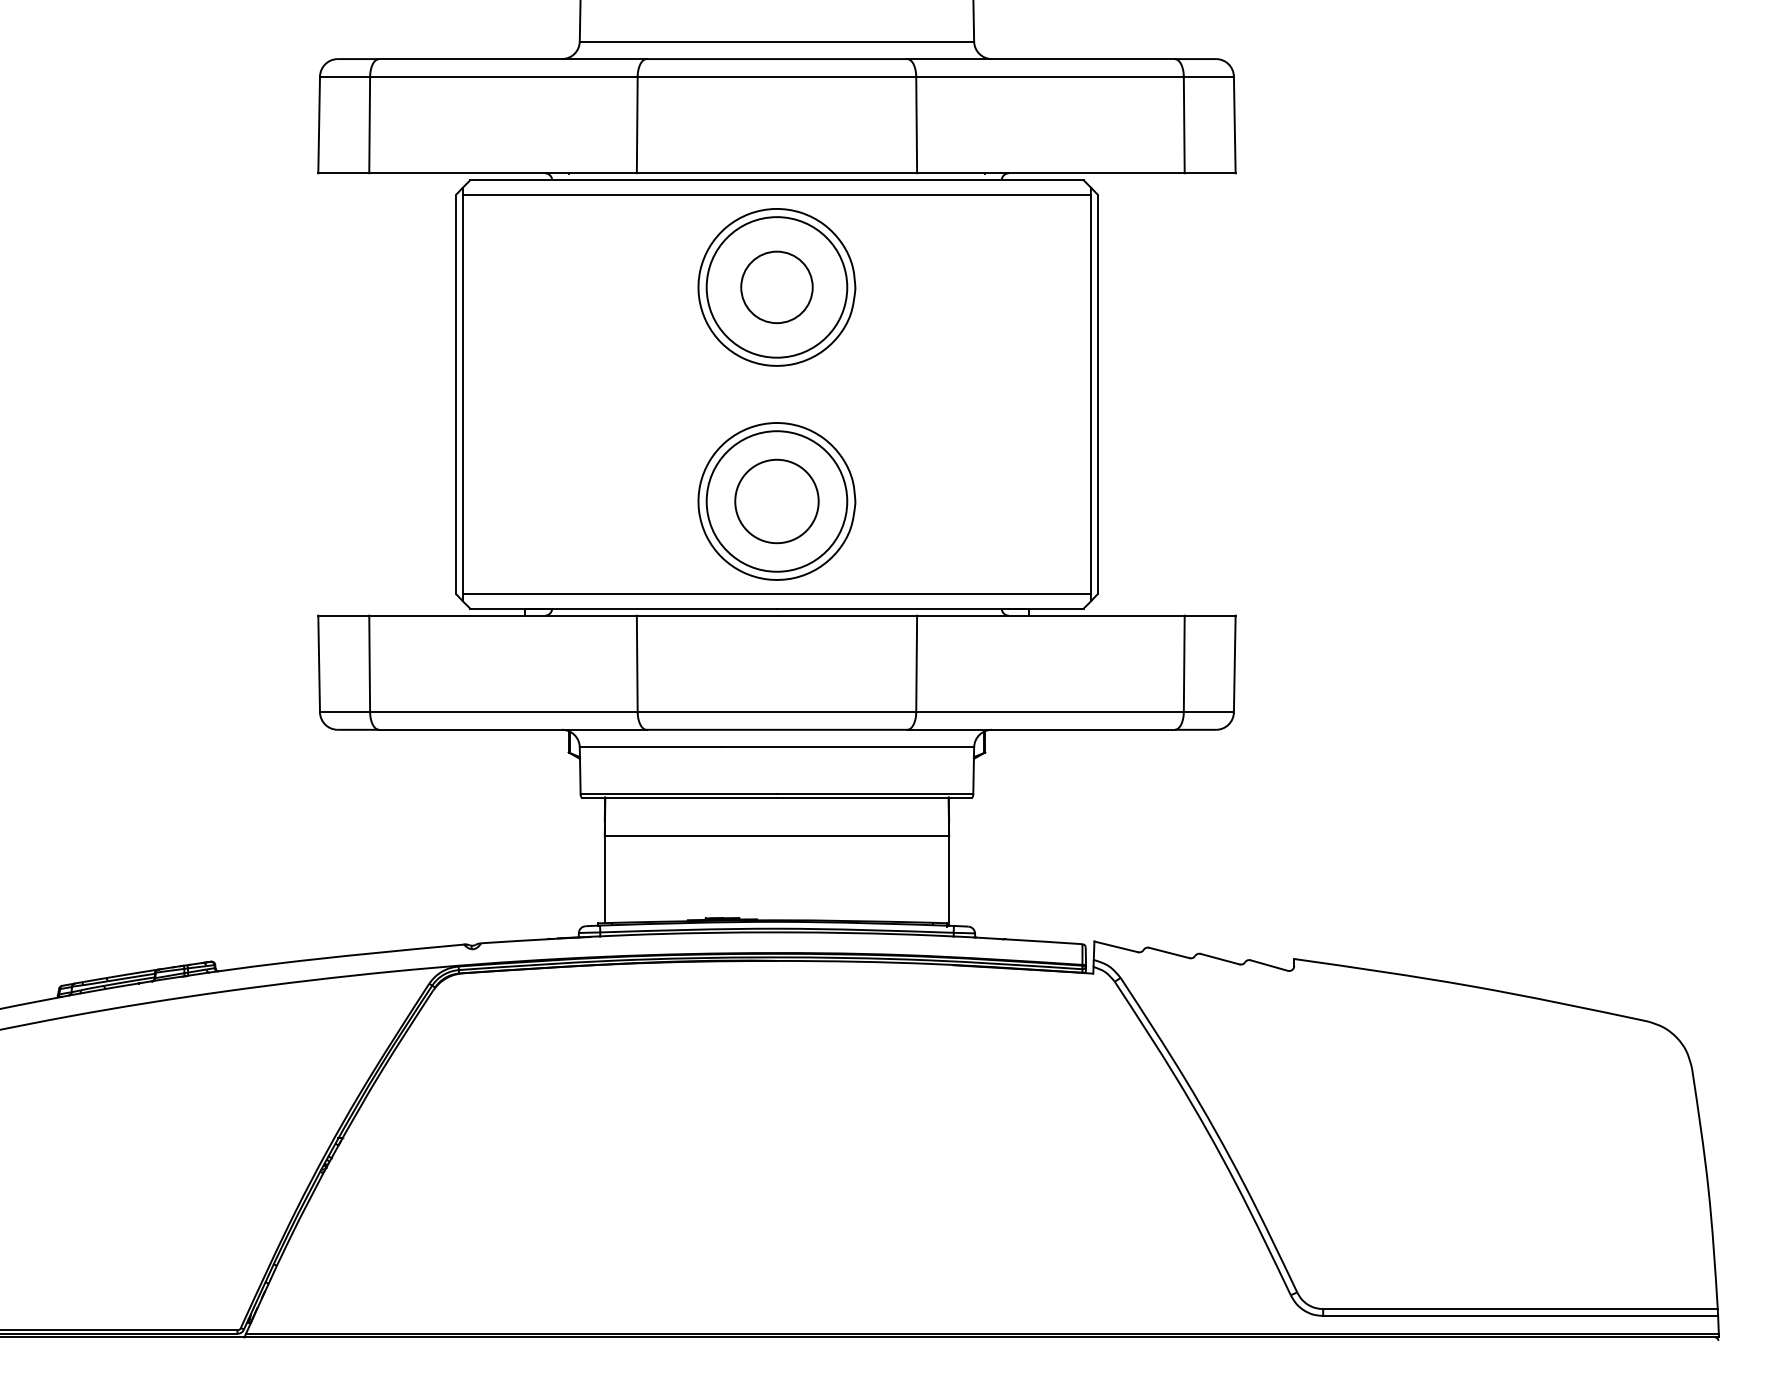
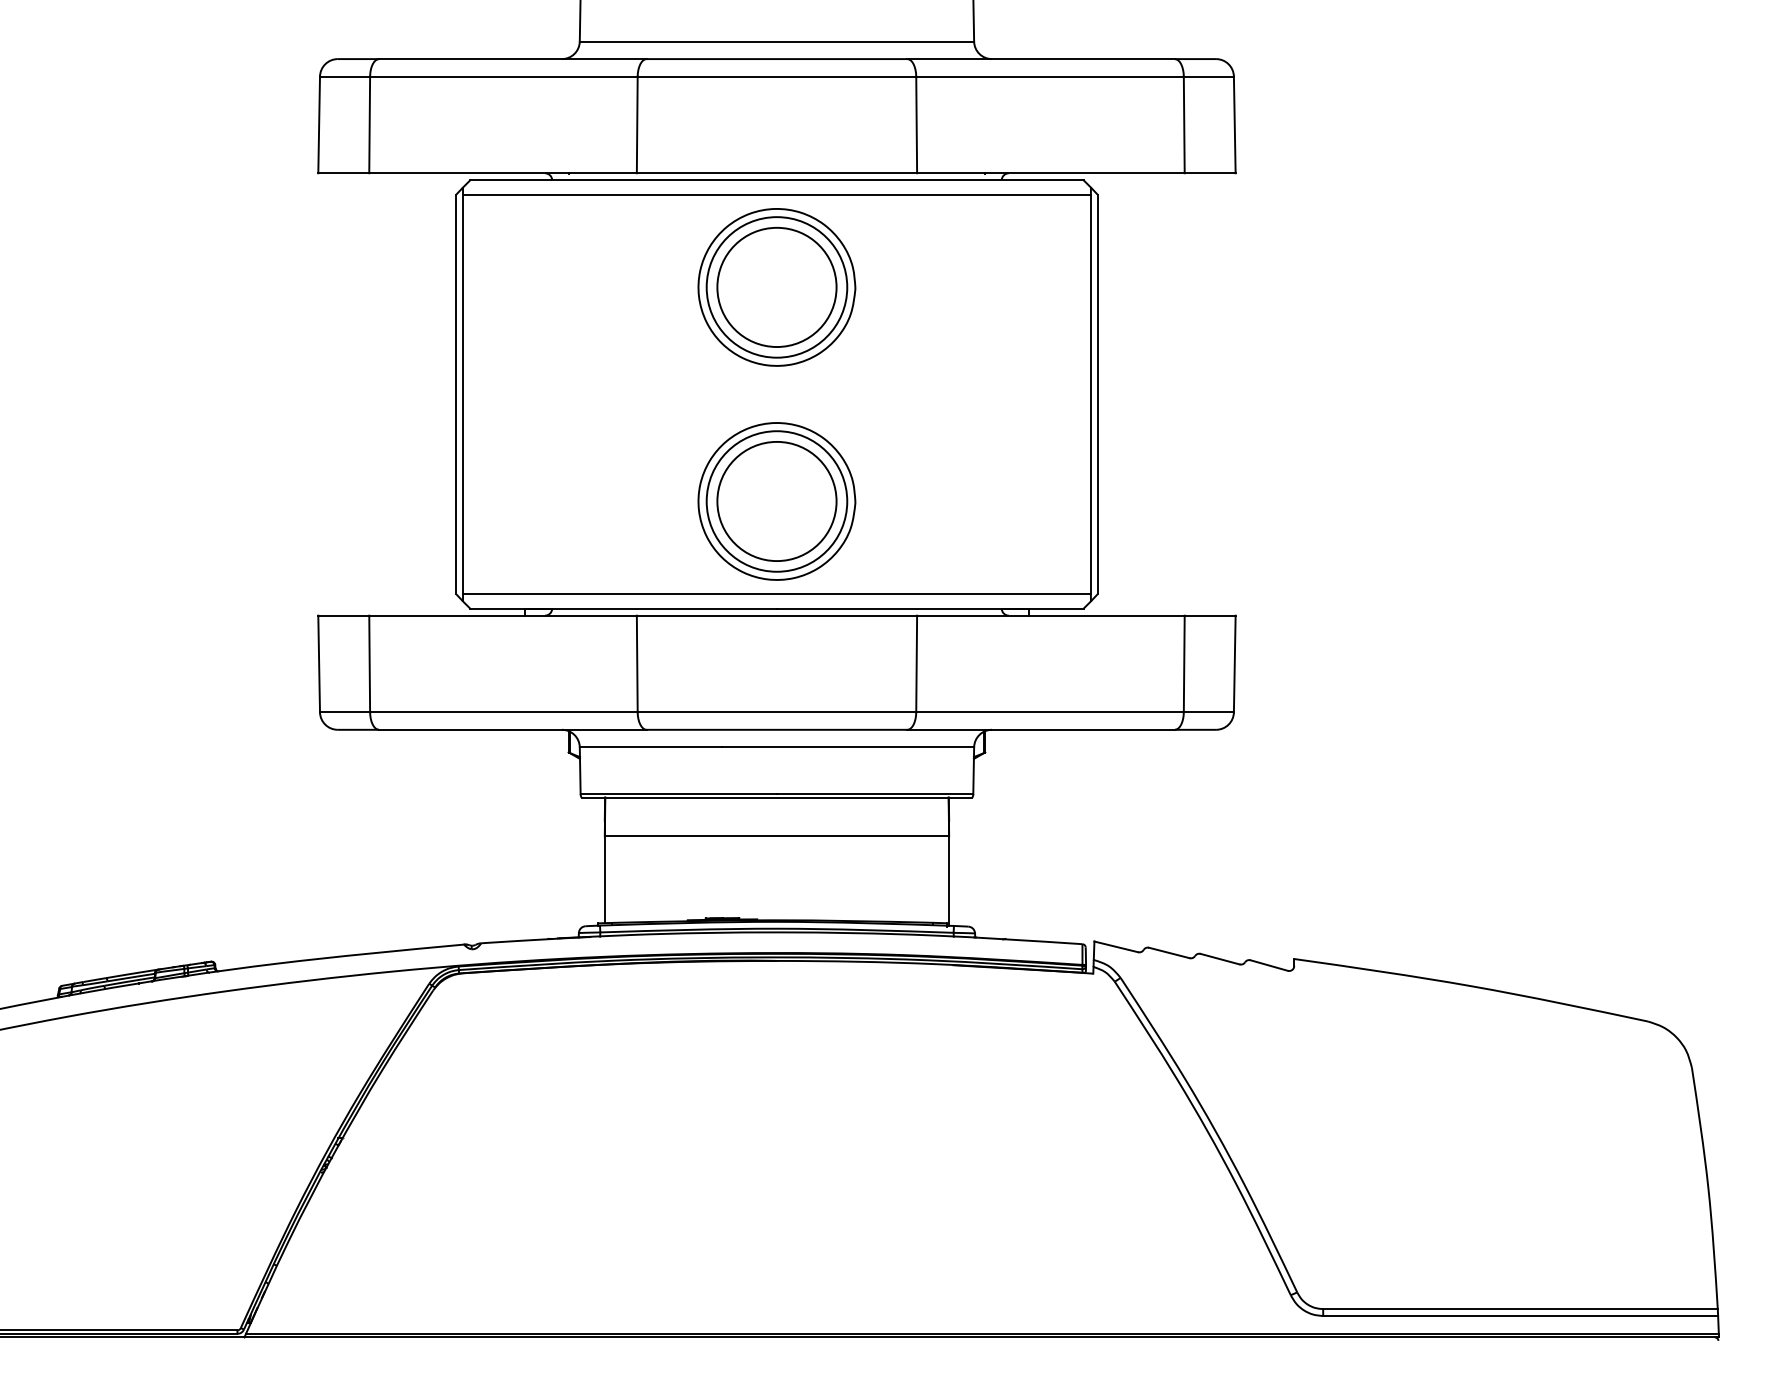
circle at (776, 287) diameter: 72 px -> 119 px
circle at (776, 501) diameter: 83 px -> 119 px
